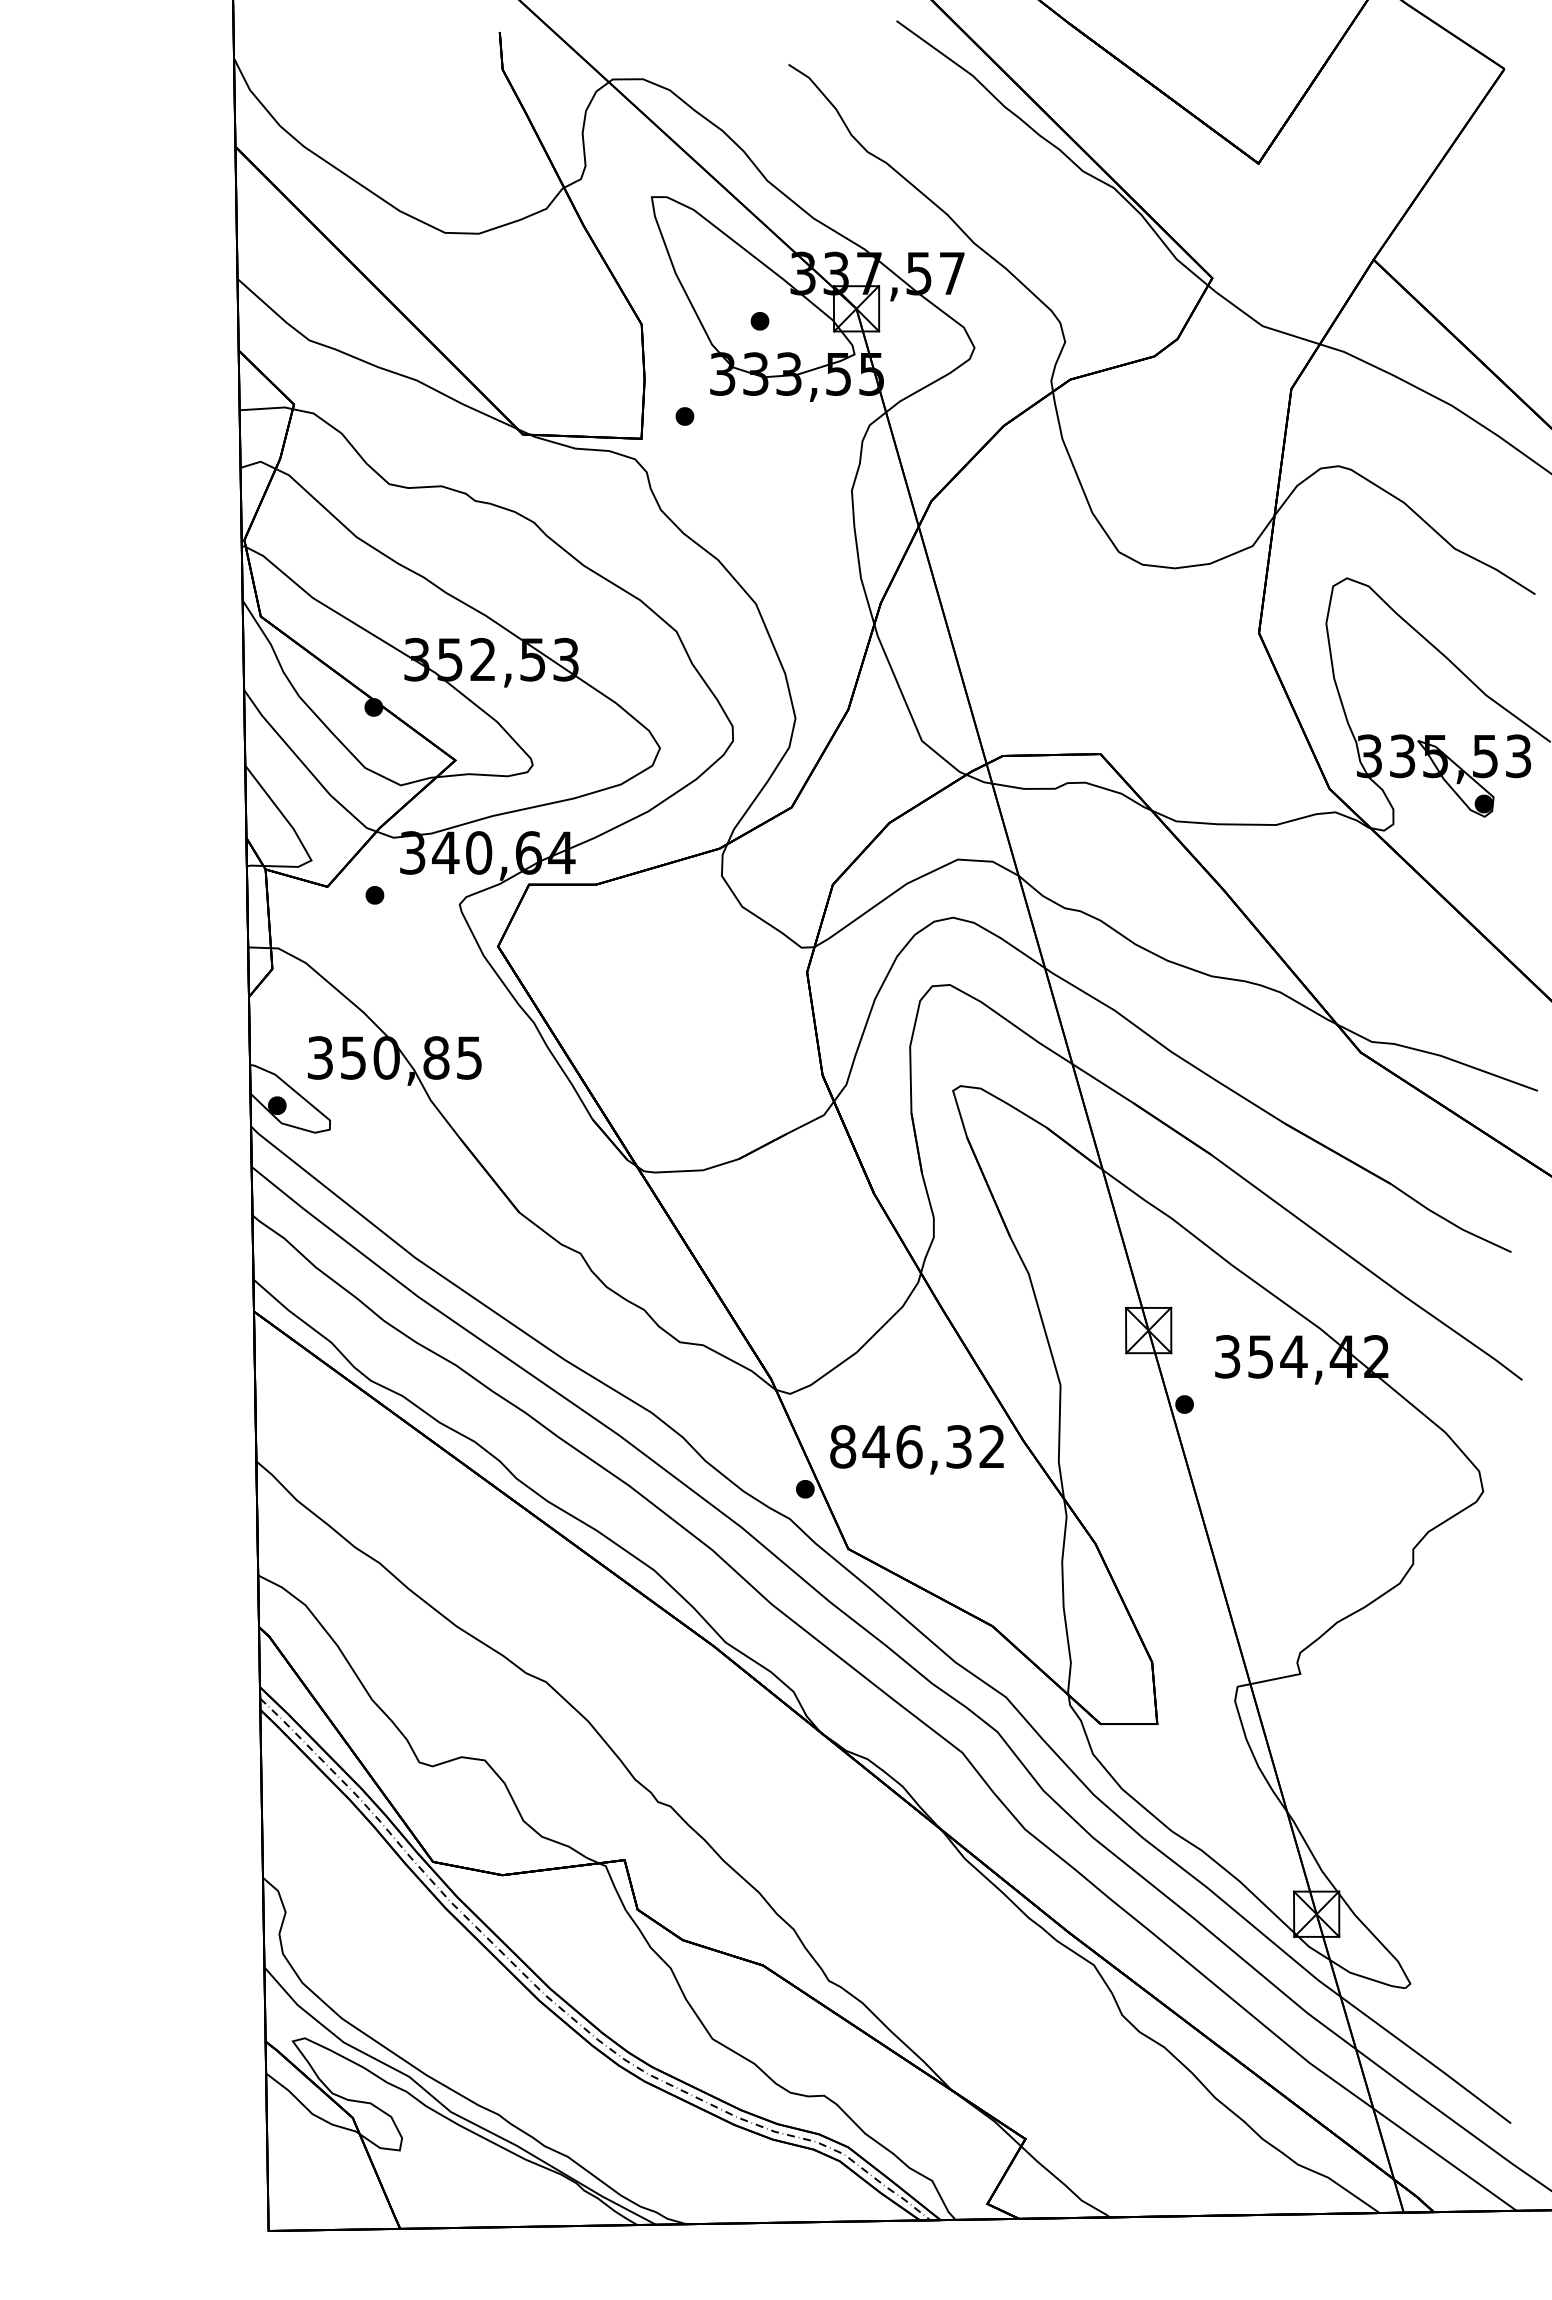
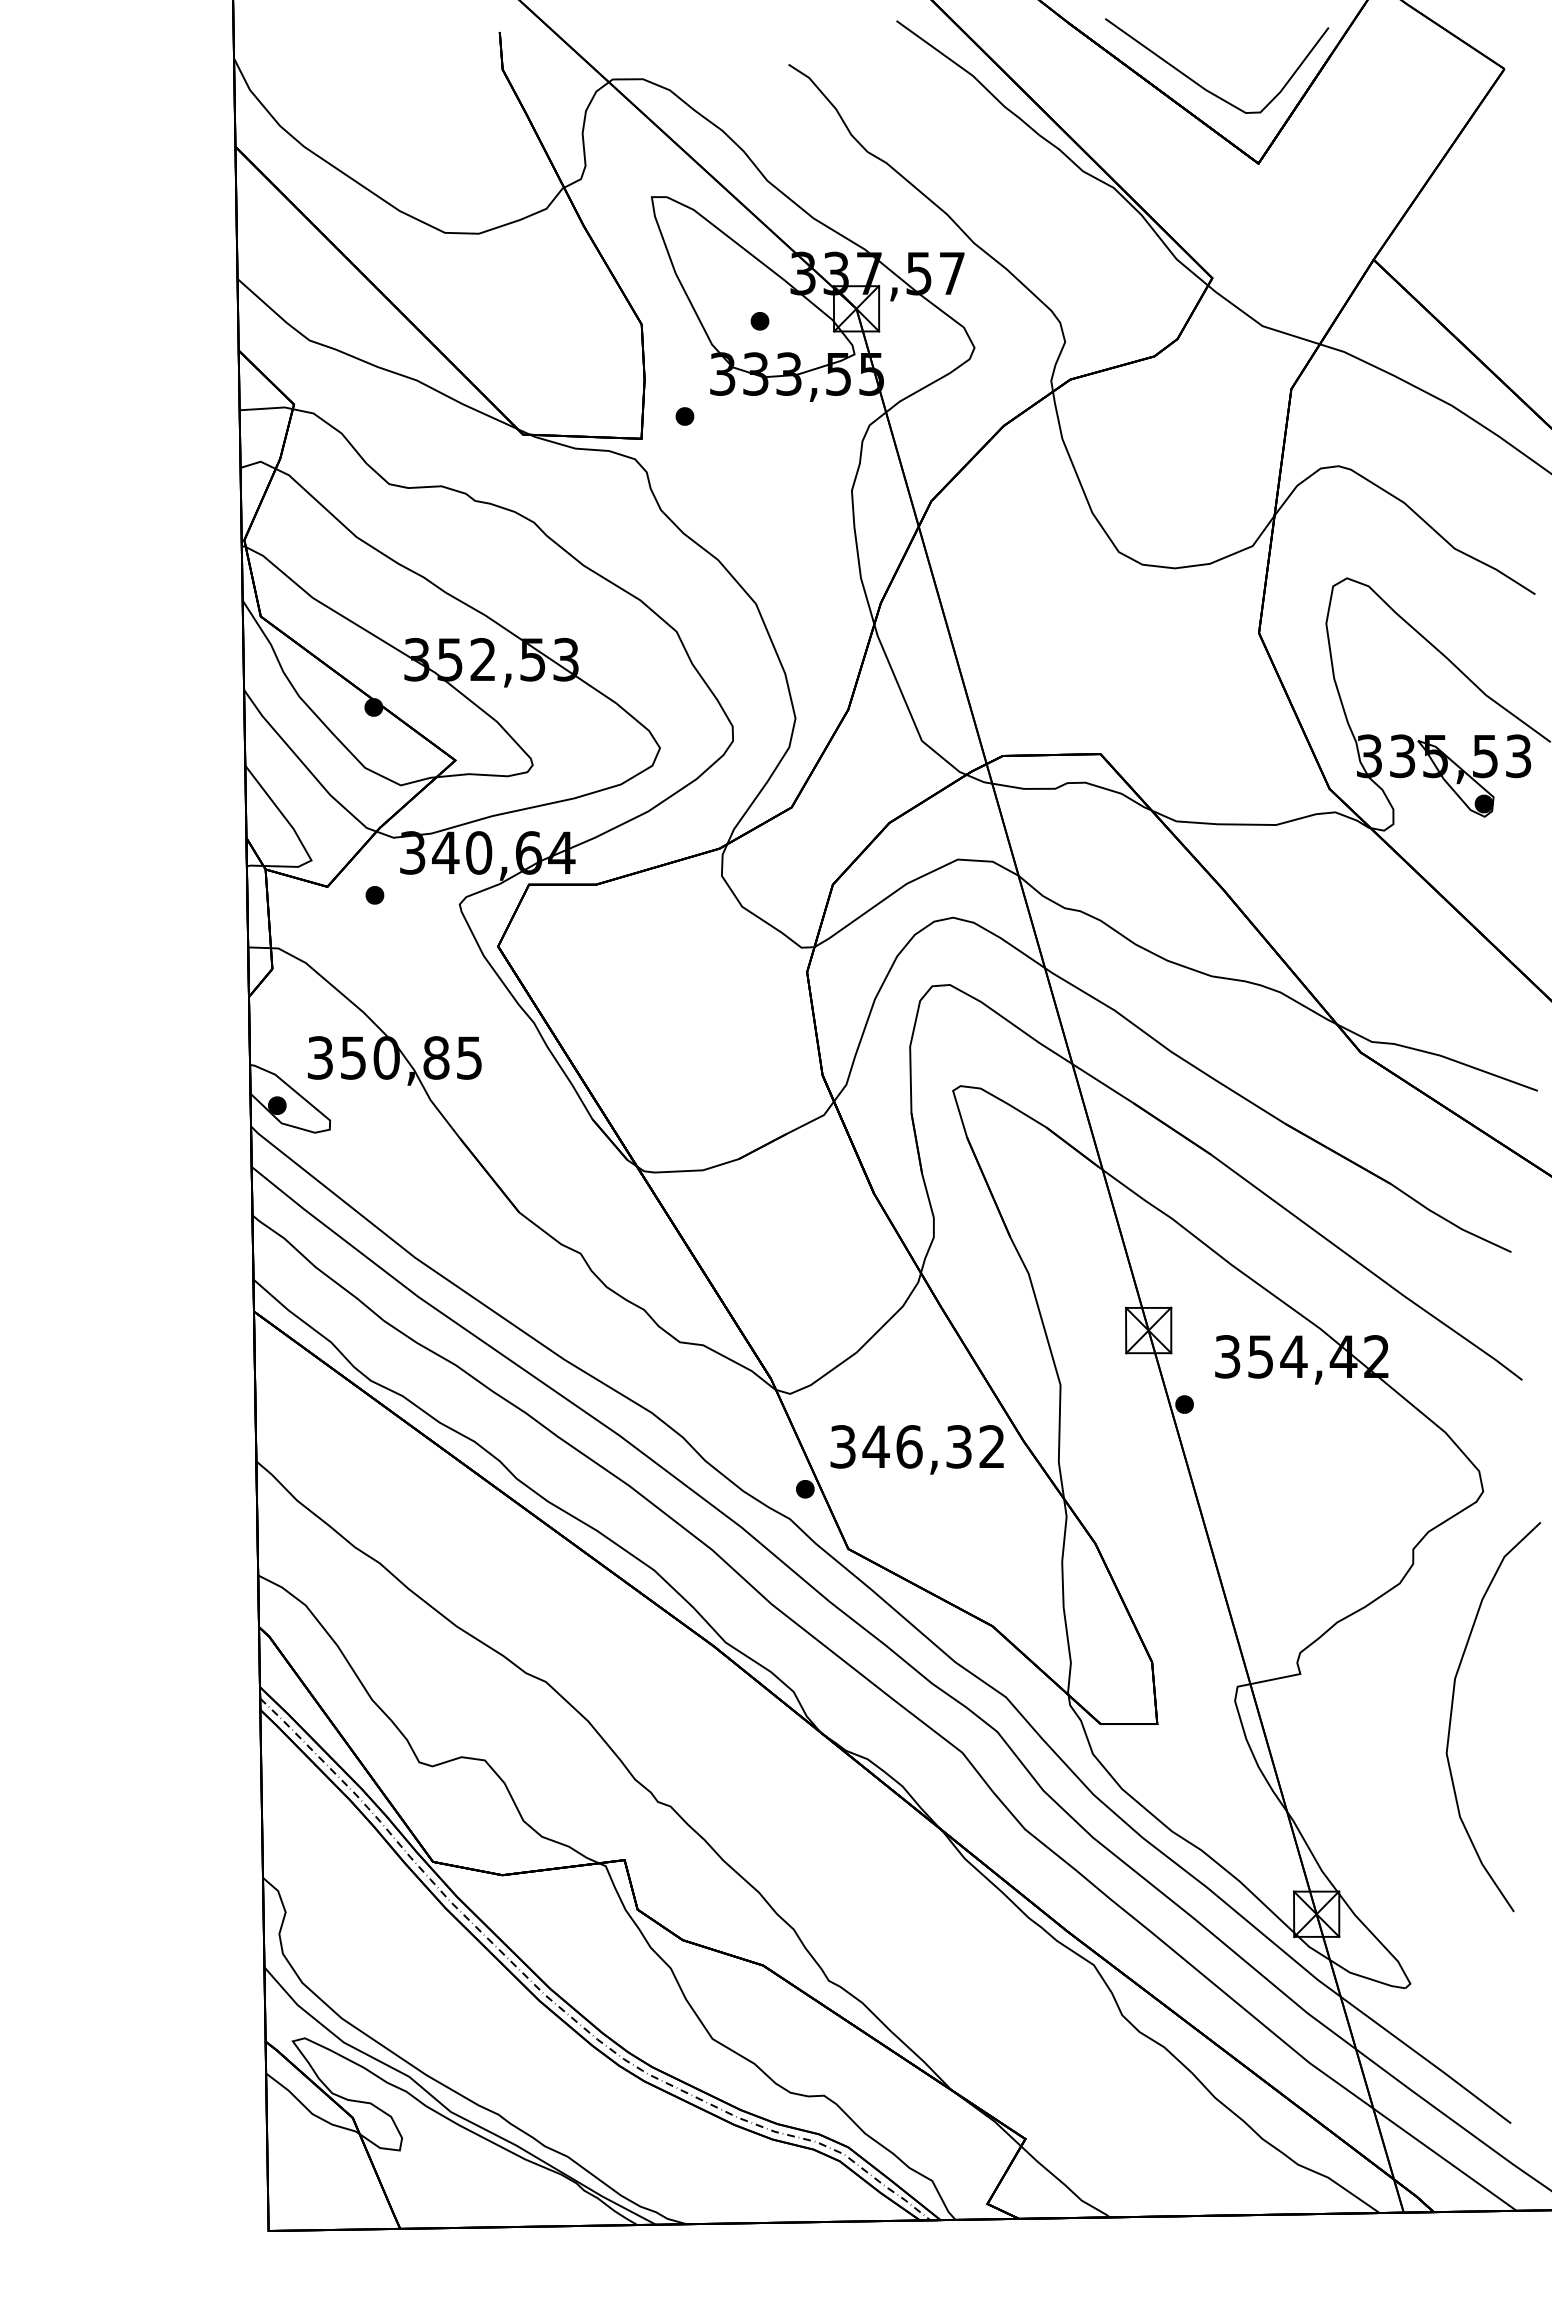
curve at (1204, 87): none -> present
text at (843, 1446): 846,32 -> 346,32
curve at (1452, 1713): none -> present
